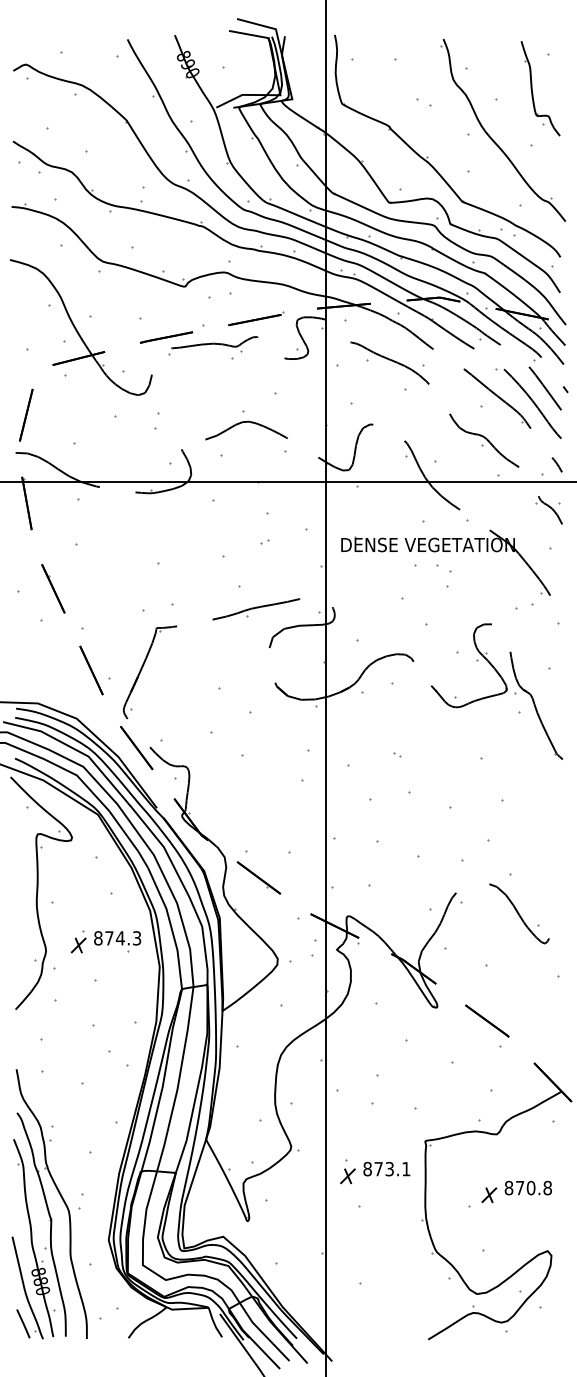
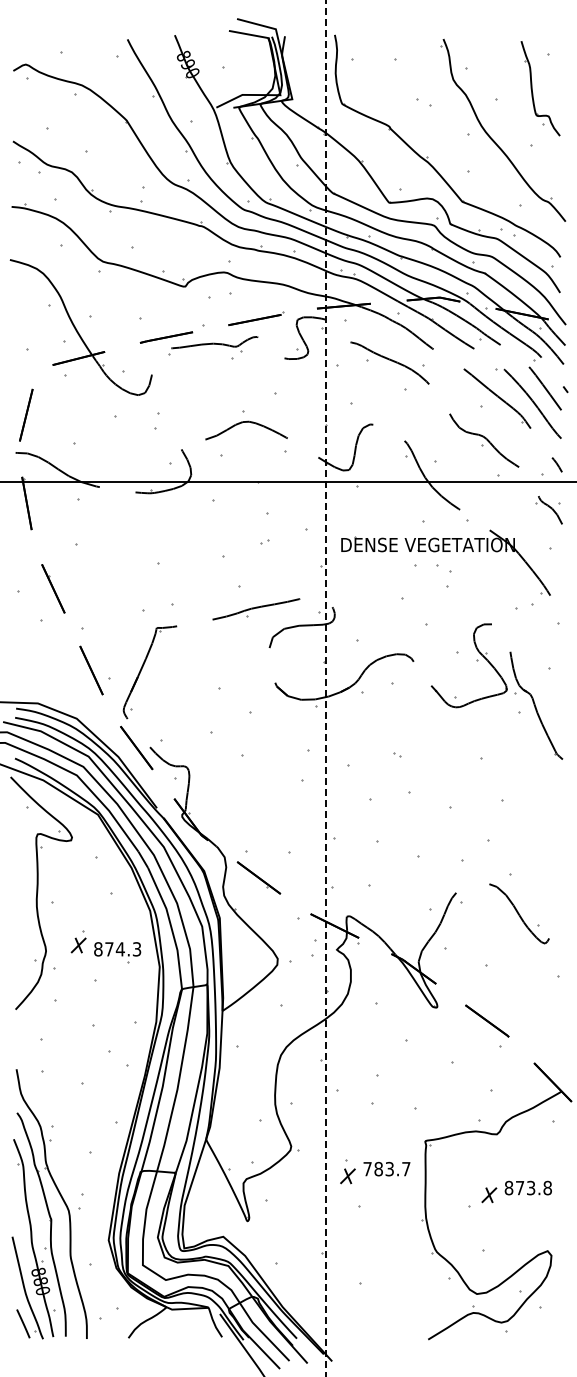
line at (326, 688): solid -> dashed
part at (117, 941) position: (117, 941) -> (117, 952)
text at (386, 1168): 873.1 -> 783.7
text at (530, 1188): 870.8 -> 873.8
